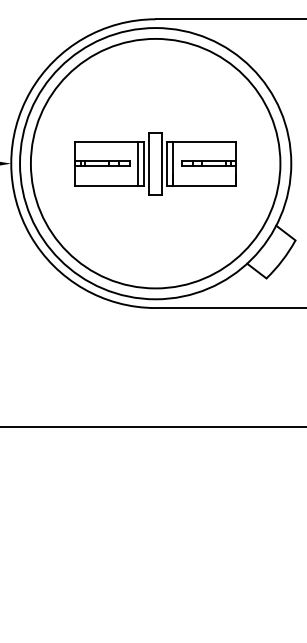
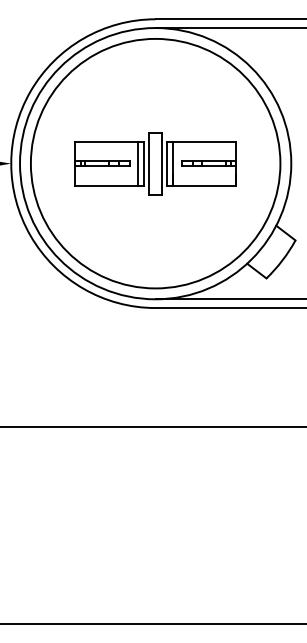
line at (229, 28): none -> present
line at (229, 299): none -> present
line at (152, 623): none -> present
